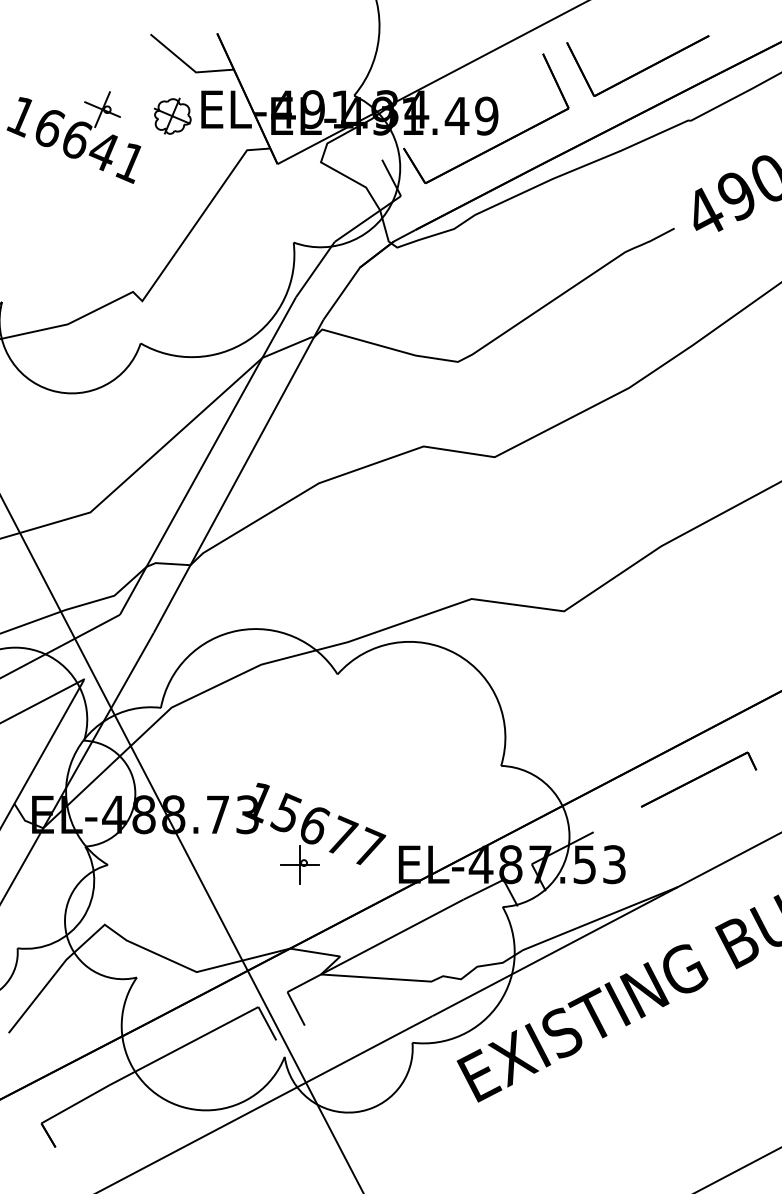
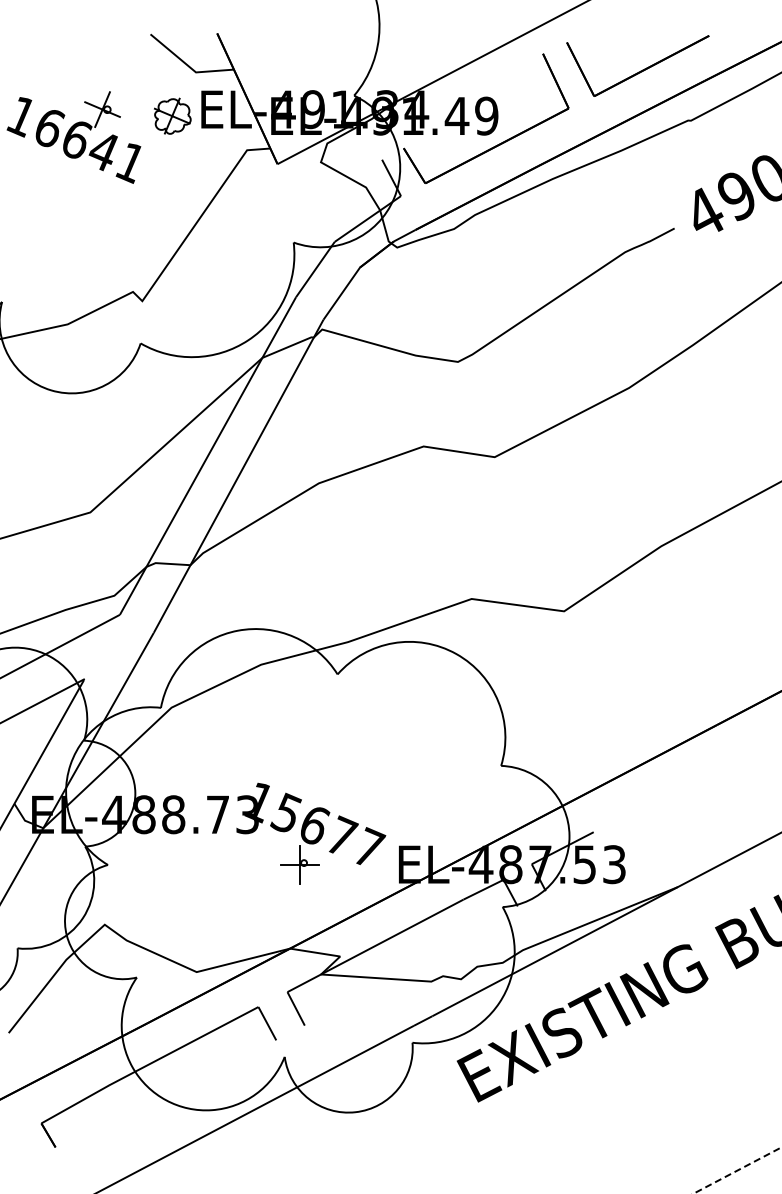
part at (698, 779): present -> none
line at (182, 844): present -> none
line at (737, 1170): solid -> dashed
